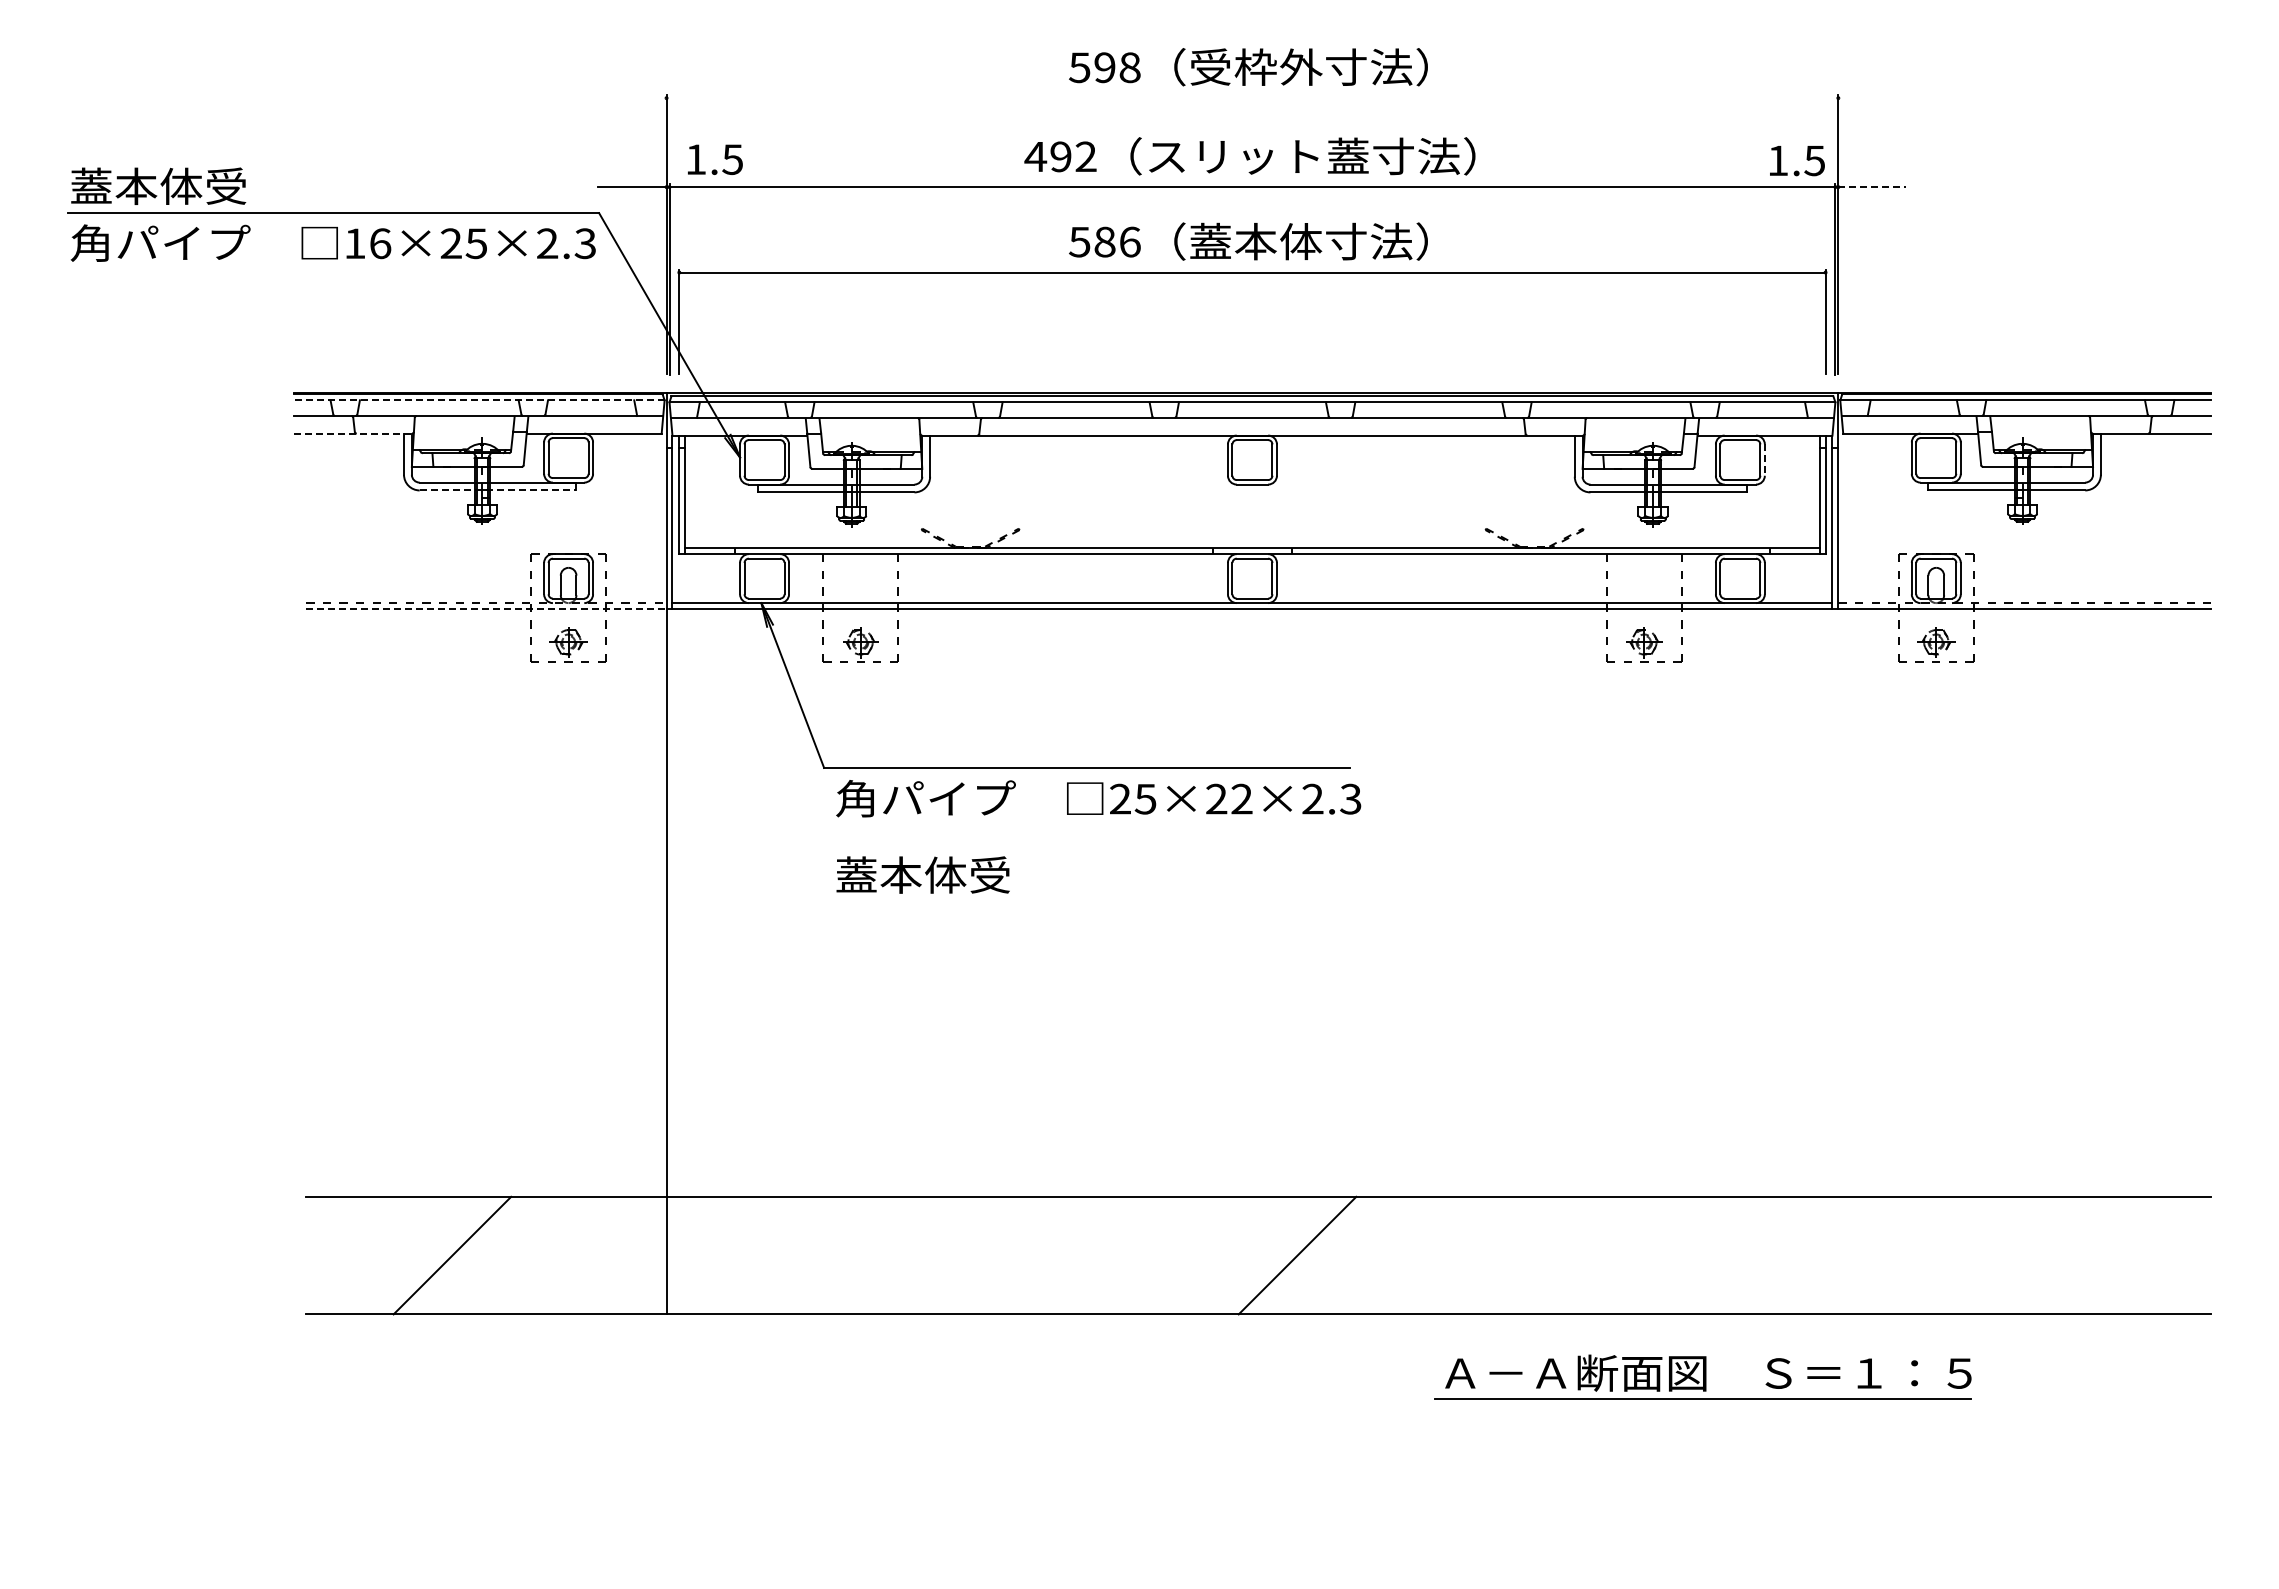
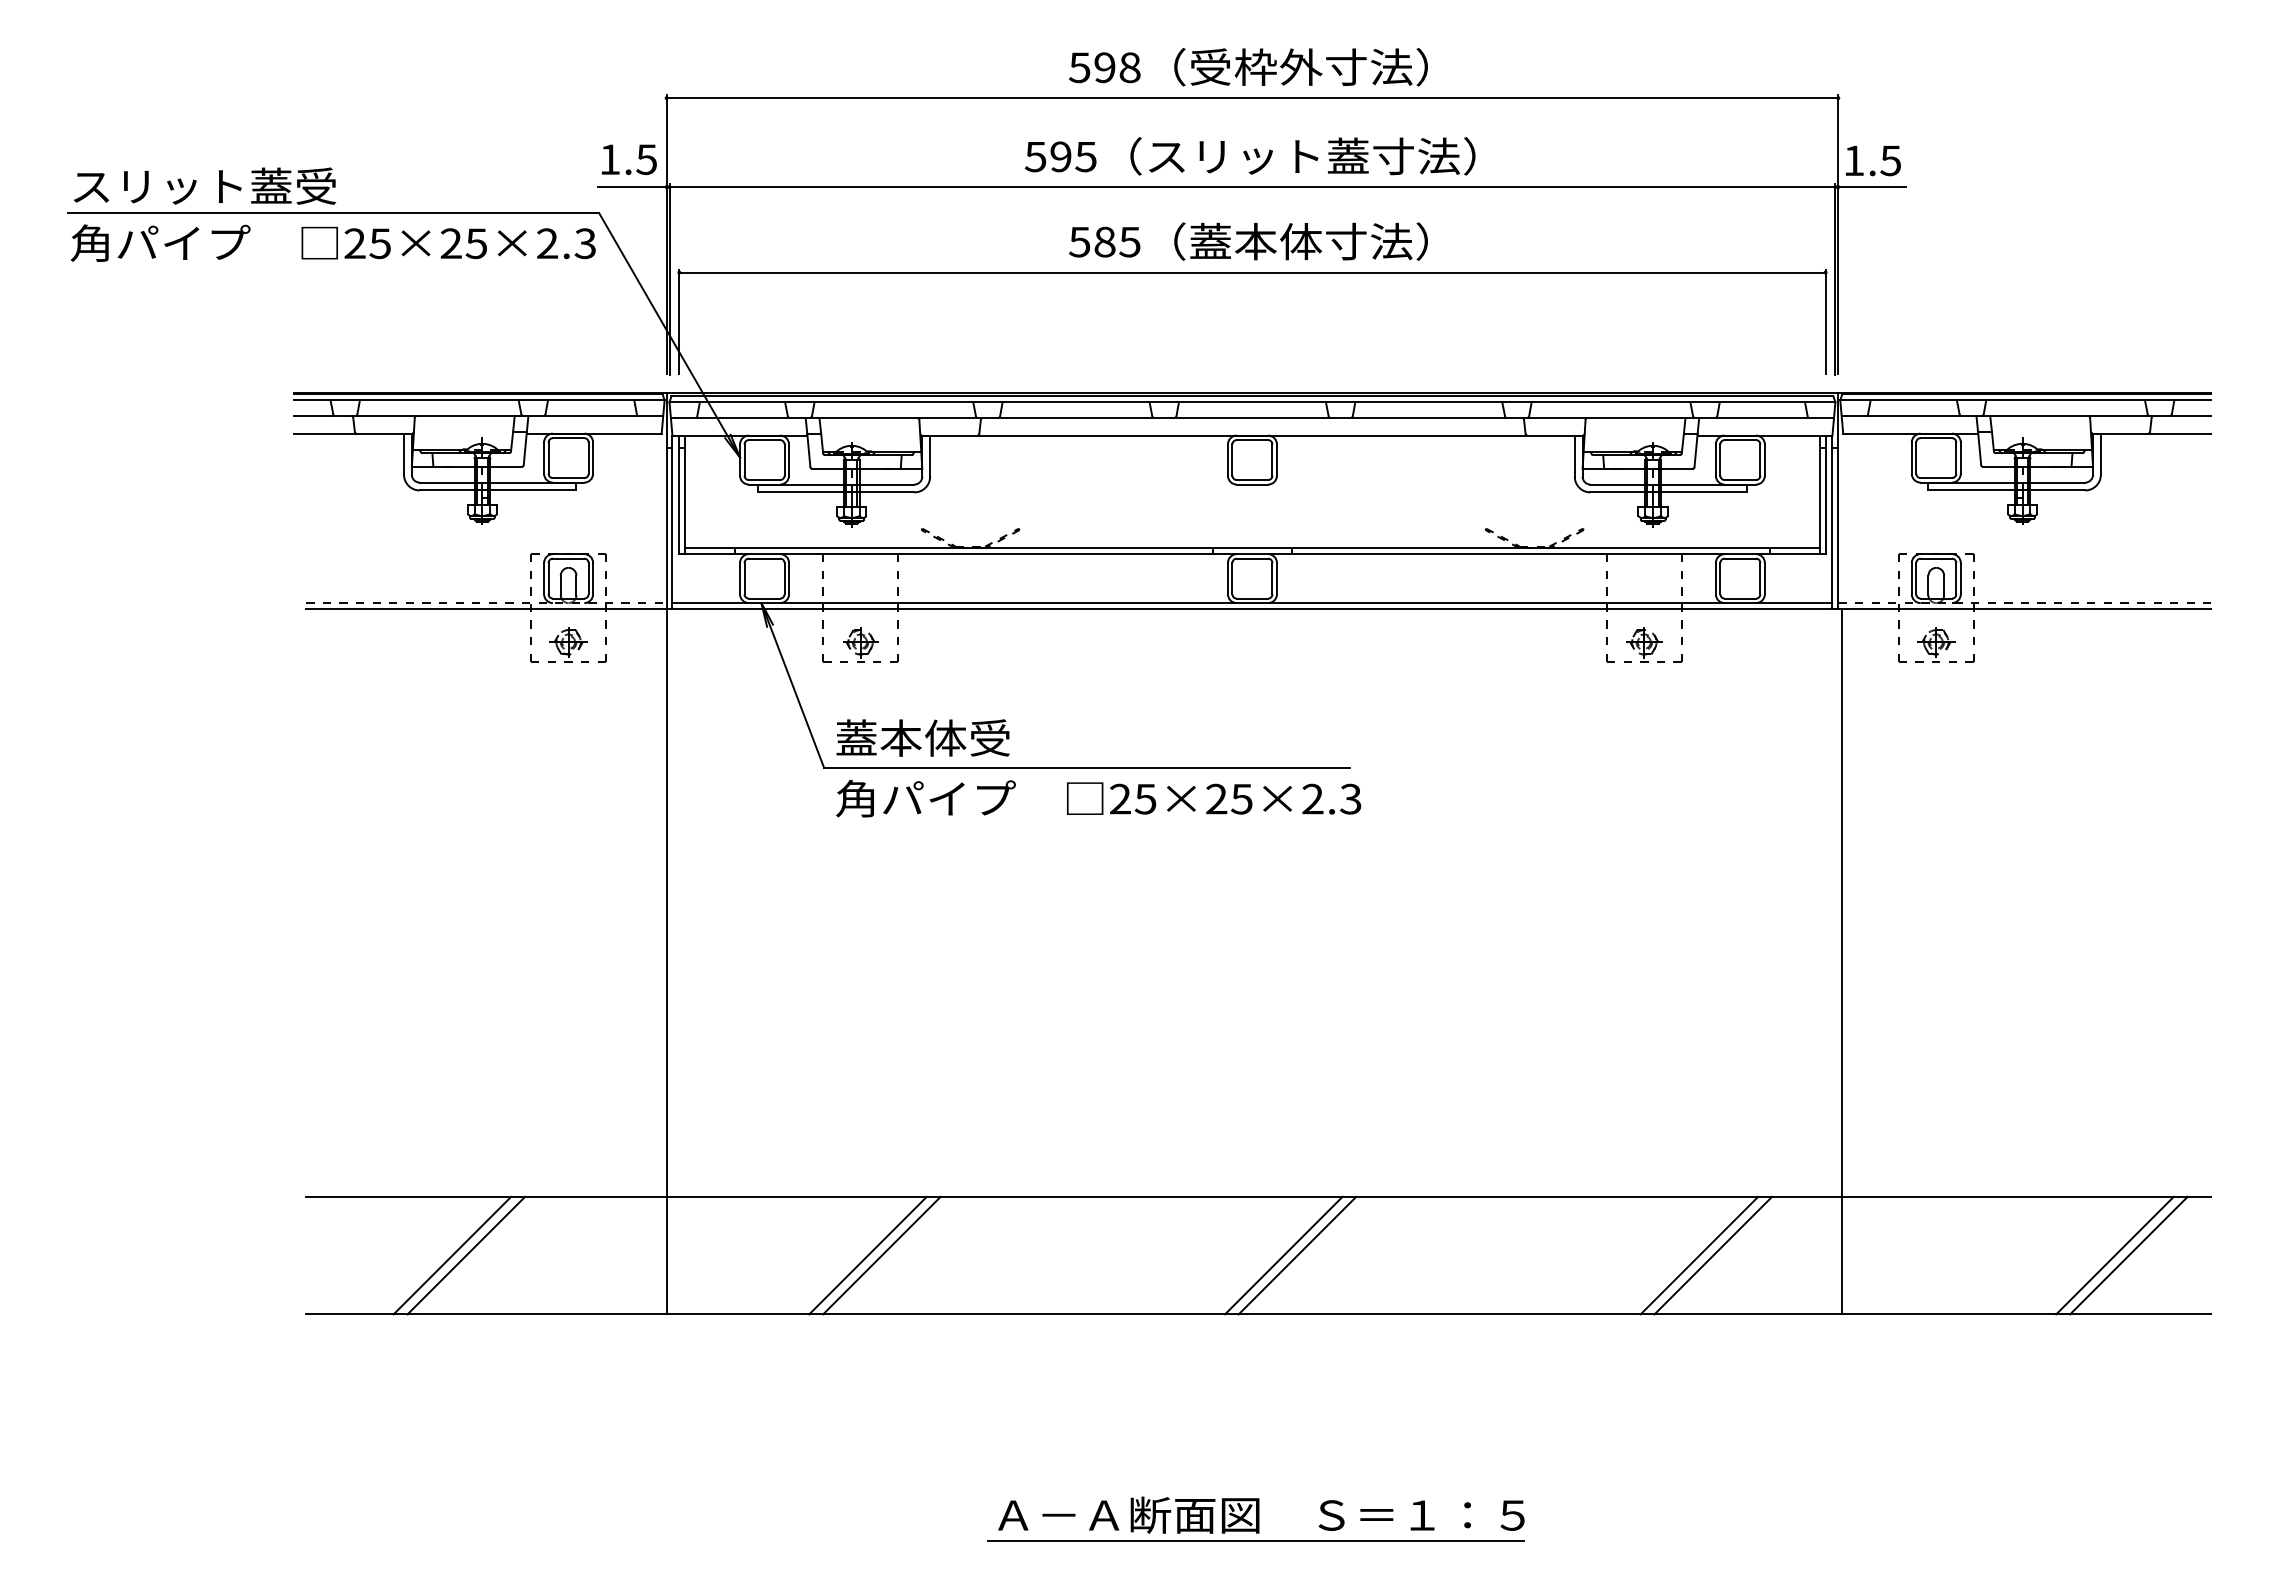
line at (1252, 98): none -> present
text at (1060, 156): 492 -> 595
text at (715, 159) position: (715, 159) -> (629, 159)
text at (1797, 161) position: (1797, 161) -> (1873, 161)
text at (203, 185): 蓋本体受 -> スリット蓋受
line at (1872, 187): dashed -> solid
text at (1129, 241): 586 -> 585
text at (367, 243): 16×25×2.3 -> 25×25×2.3
line at (478, 400): dashed -> solid
line at (353, 433): dashed -> solid
line at (1764, 460): dashed -> solid
line at (498, 490): dashed -> solid
line at (486, 609): dashed -> solid
text at (1241, 798): 25×22×2.3 -> 25×25×2.3
text at (922, 874) position: (922, 874) -> (922, 737)
line at (1842, 961): none -> present
line at (466, 1255): none -> present
line at (867, 1255): none -> present
line at (881, 1255): none -> present
line at (1283, 1255): none -> present
line at (1699, 1255): none -> present
line at (1713, 1255): none -> present
line at (2114, 1255): none -> present
line at (2128, 1255): none -> present
part at (1702, 1376) position: (1702, 1376) -> (1255, 1518)
